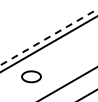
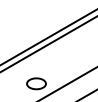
line at (48, 37): dashed -> solid
part at (31, 76) position: (31, 76) -> (36, 83)
